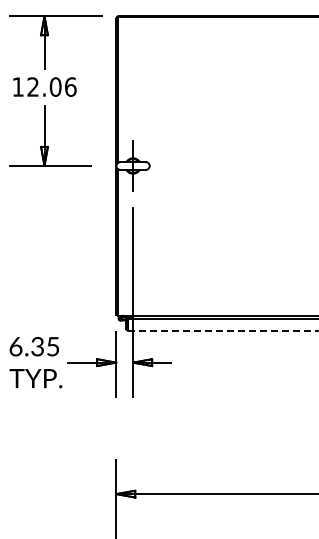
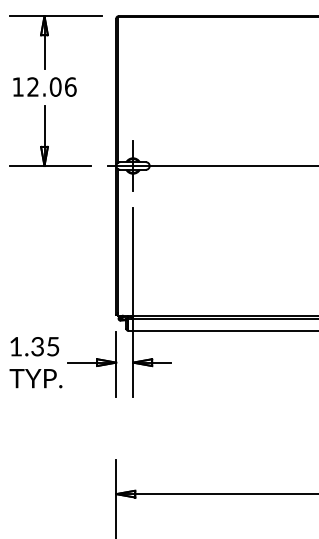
line at (211, 166): none -> present
line at (223, 331): dashed -> solid
text at (15, 346): 6.35 -> 1.35
